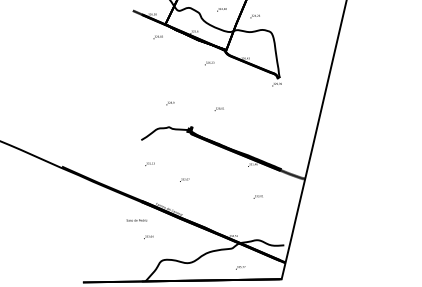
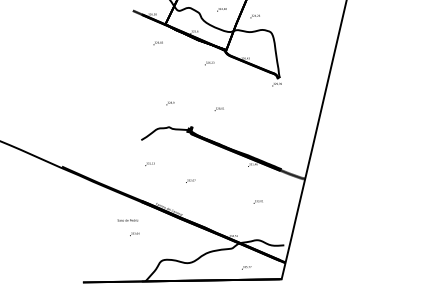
text at (157, 37) position: (157, 37) -> (157, 43)
text at (184, 179) position: (184, 179) -> (190, 180)
text at (257, 196) position: (257, 196) -> (257, 201)
text at (136, 220) position: (136, 220) -> (127, 220)
text at (148, 237) position: (148, 237) -> (134, 234)
text at (240, 267) position: (240, 267) -> (246, 267)
